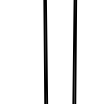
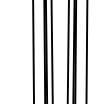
line at (33, 51): none -> present
line at (51, 51): none -> present
line at (67, 51): none -> present
line at (86, 51): none -> present
